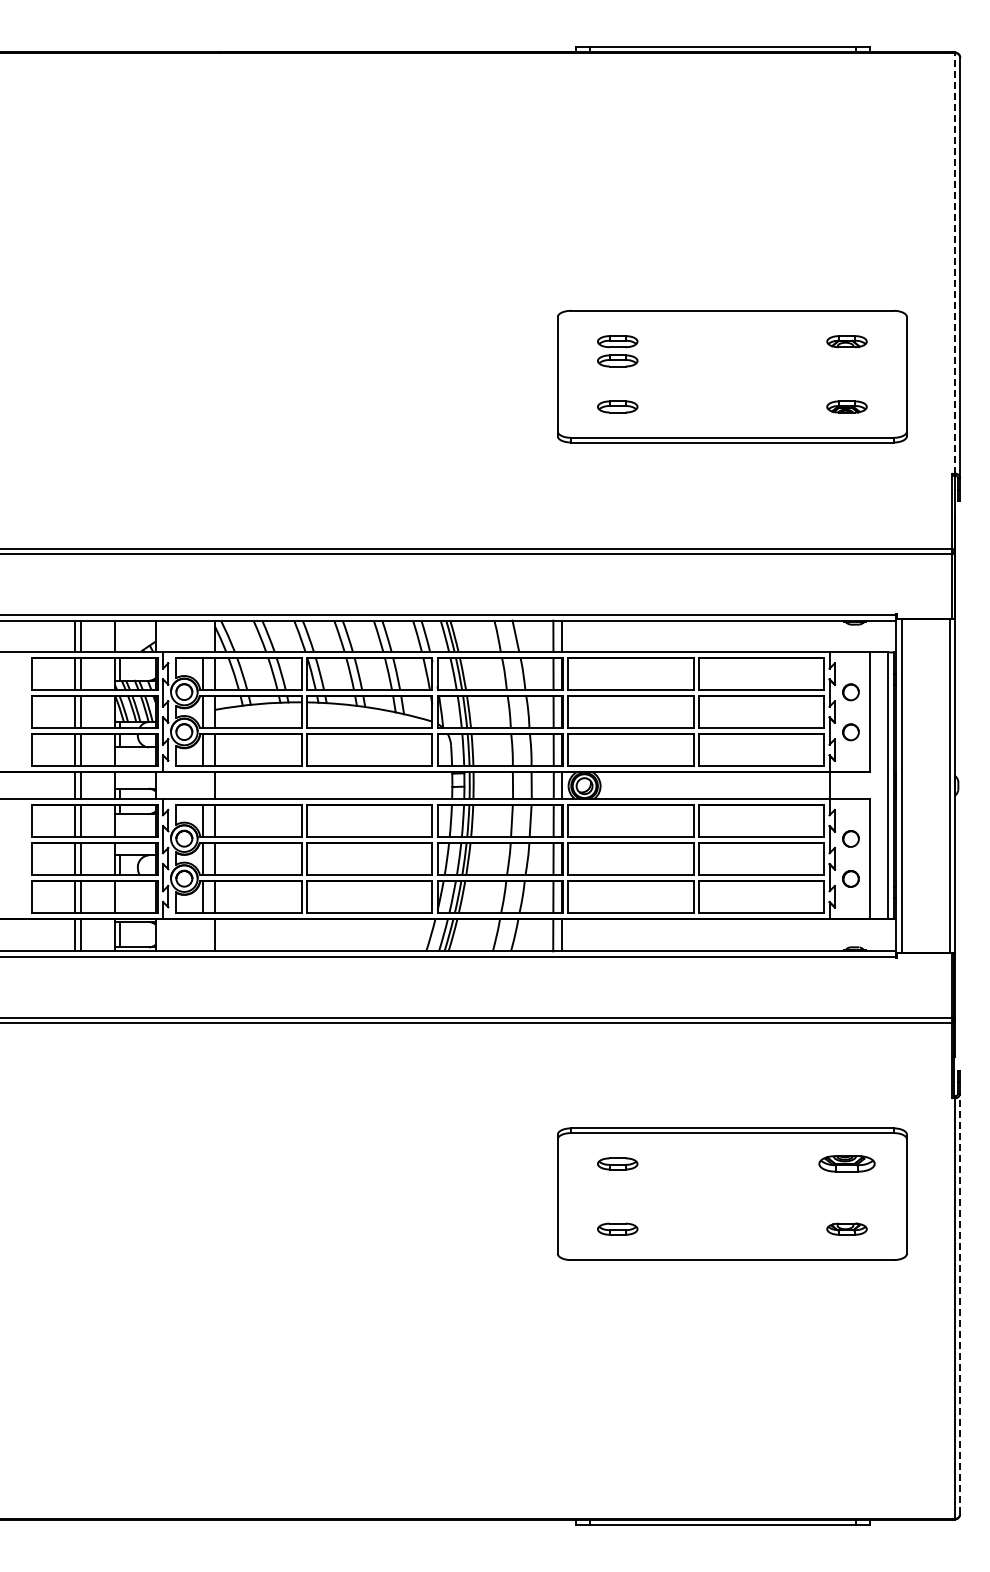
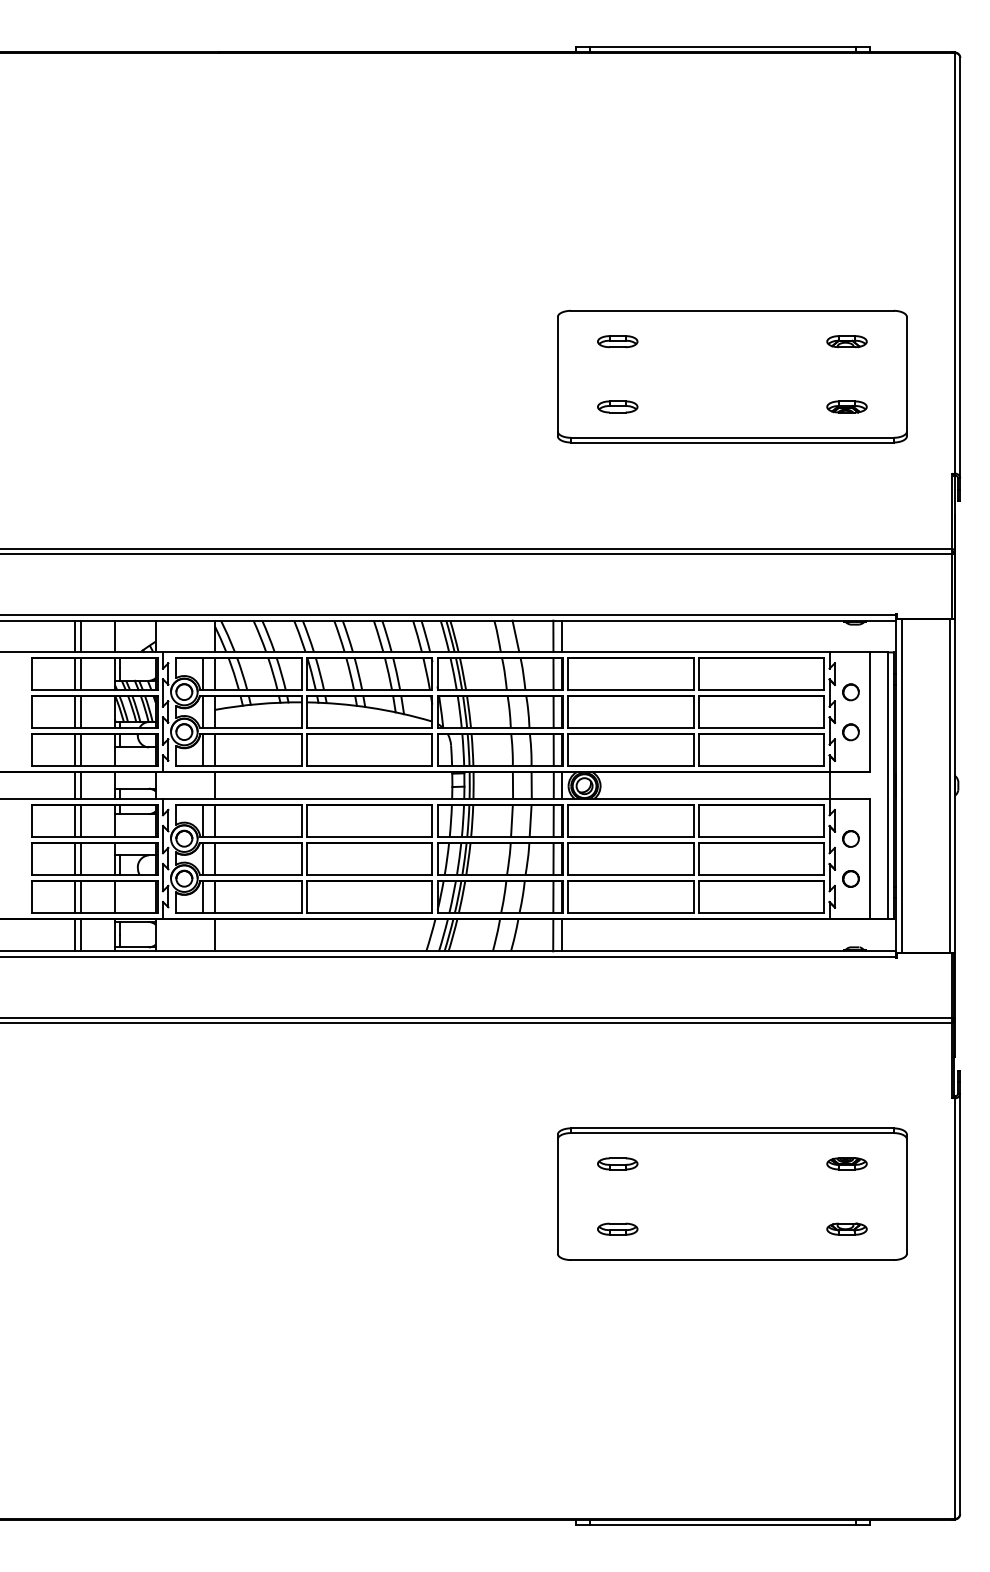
line at (954, 262): dashed -> solid
part at (617, 360): present -> none
part at (846, 1163) size: 58x18 px -> 42x14 px
line at (960, 1303): dashed -> solid
